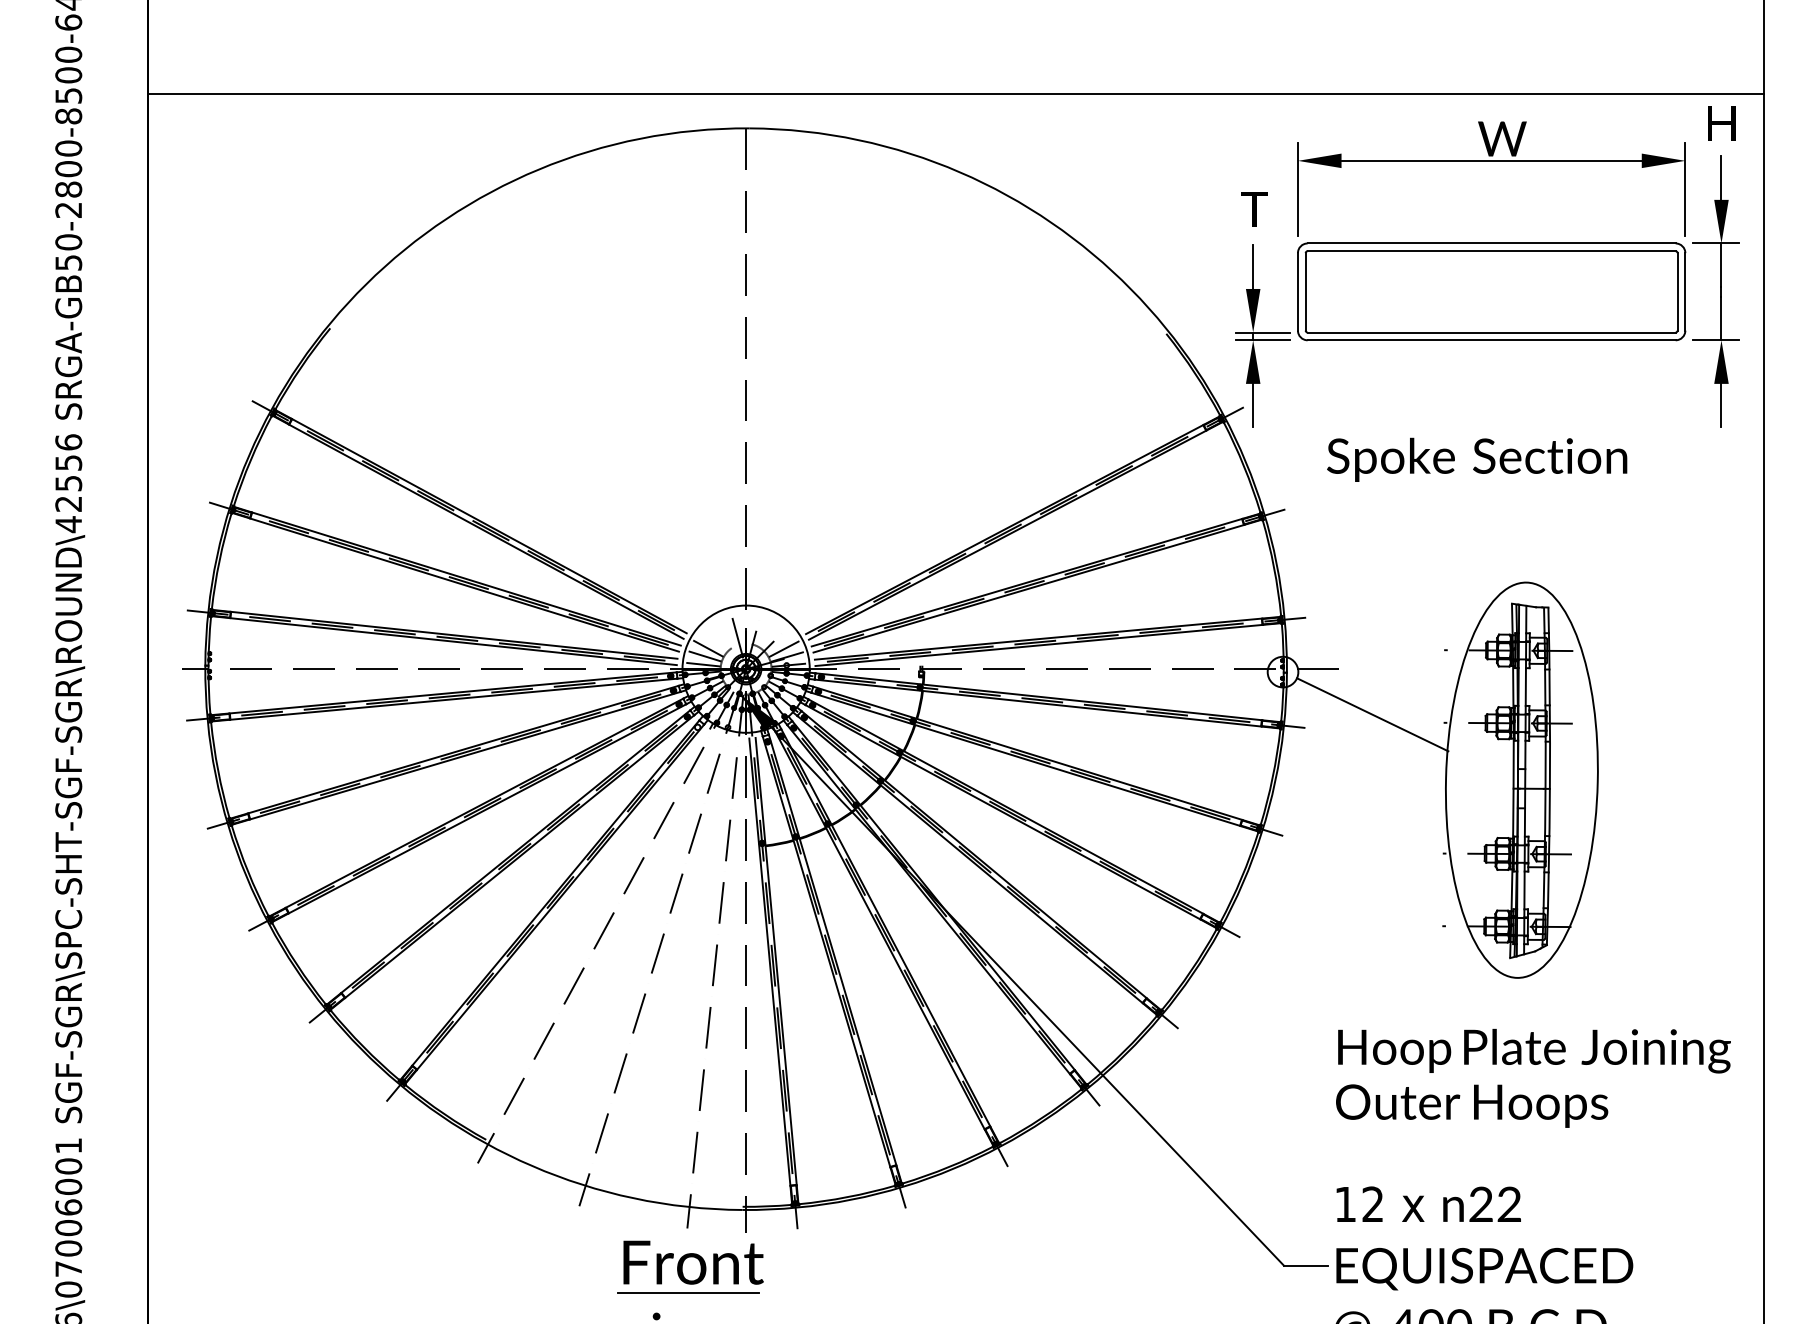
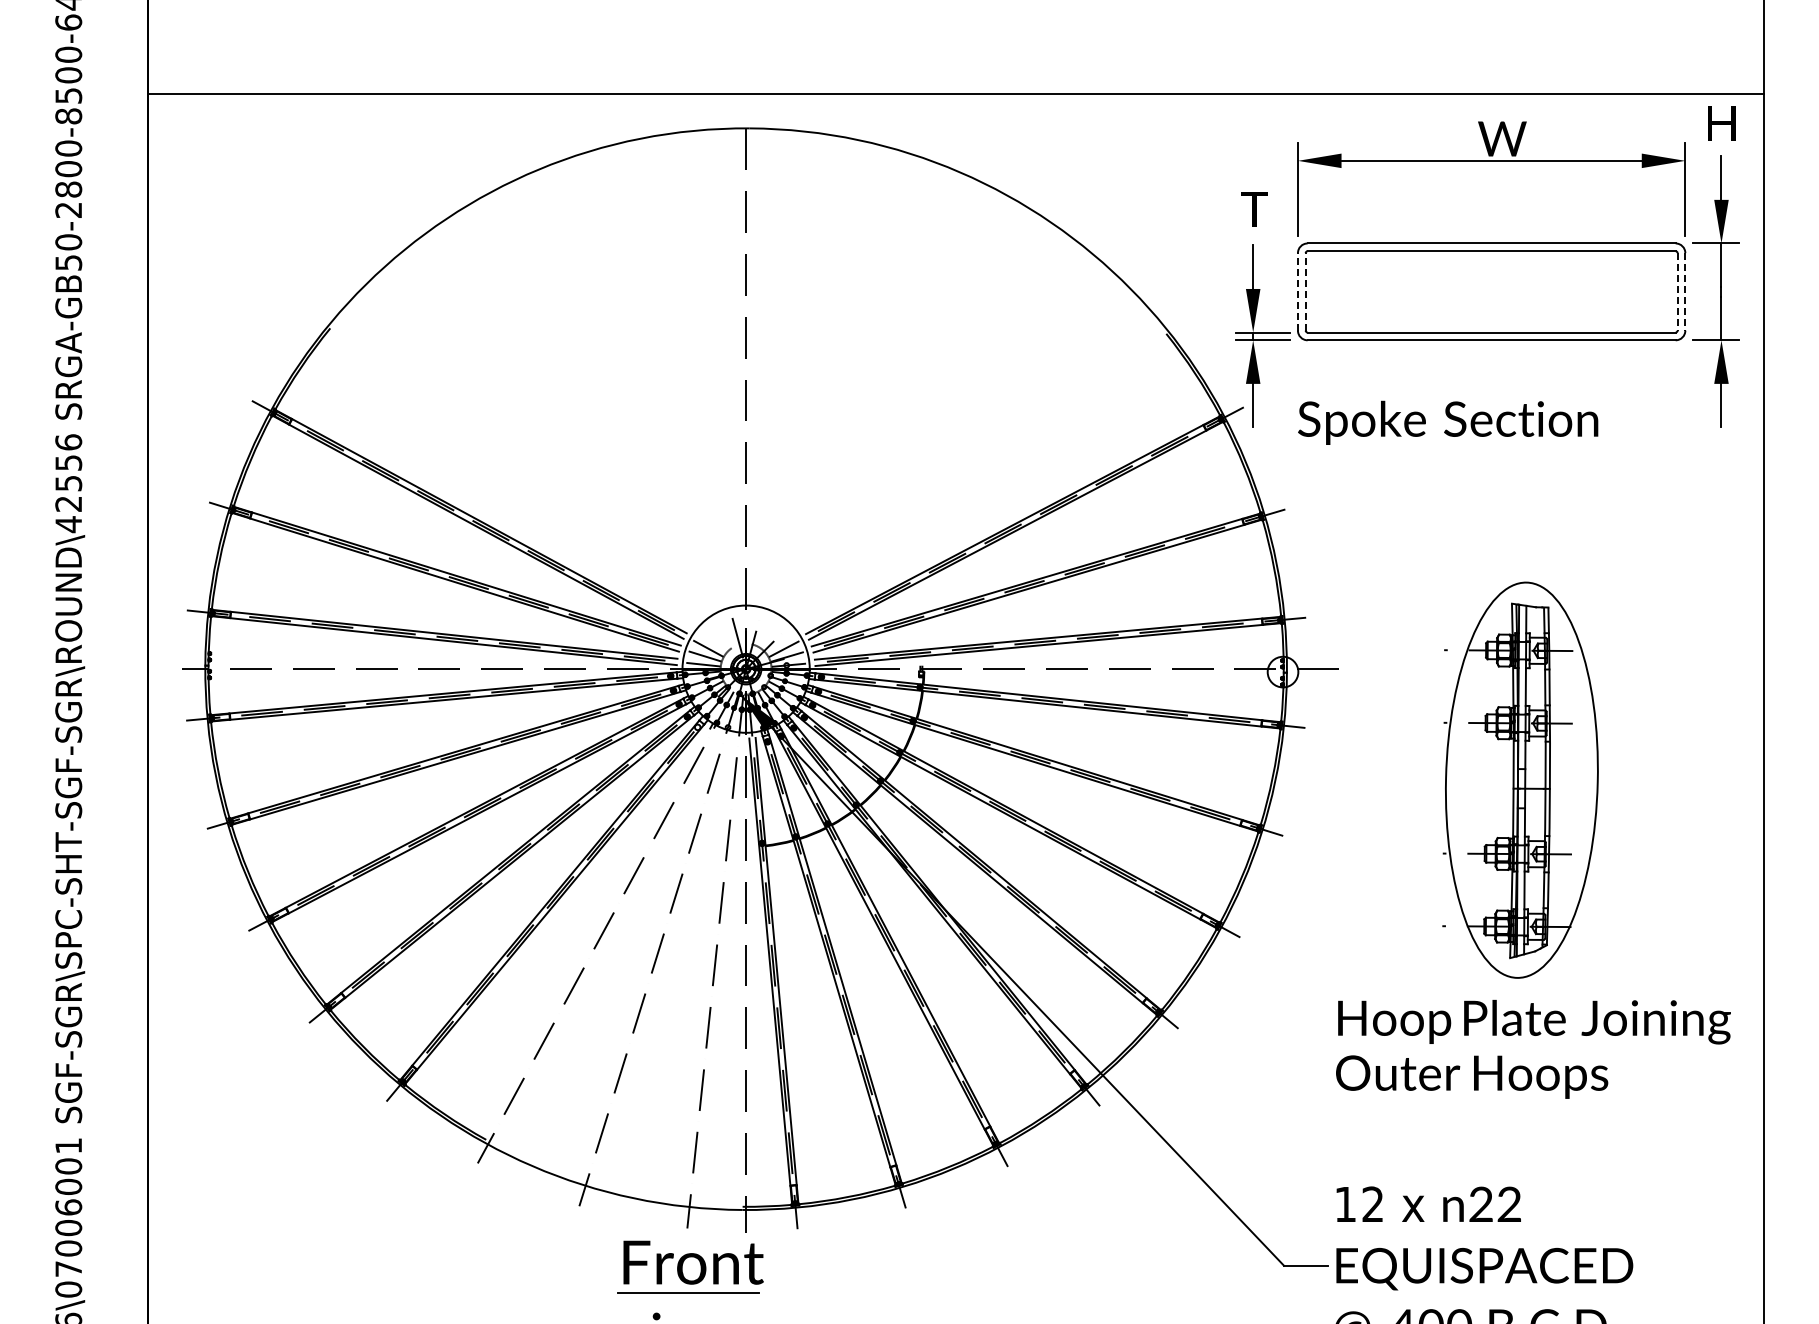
line at (1297, 291): solid -> dashed
line at (1305, 291): solid -> dashed
line at (1677, 291): solid -> dashed
line at (1685, 291): solid -> dashed
text at (1477, 459) position: (1477, 459) -> (1448, 422)
line at (1372, 714): present -> none
text at (1533, 1077) position: (1533, 1077) -> (1533, 1048)
